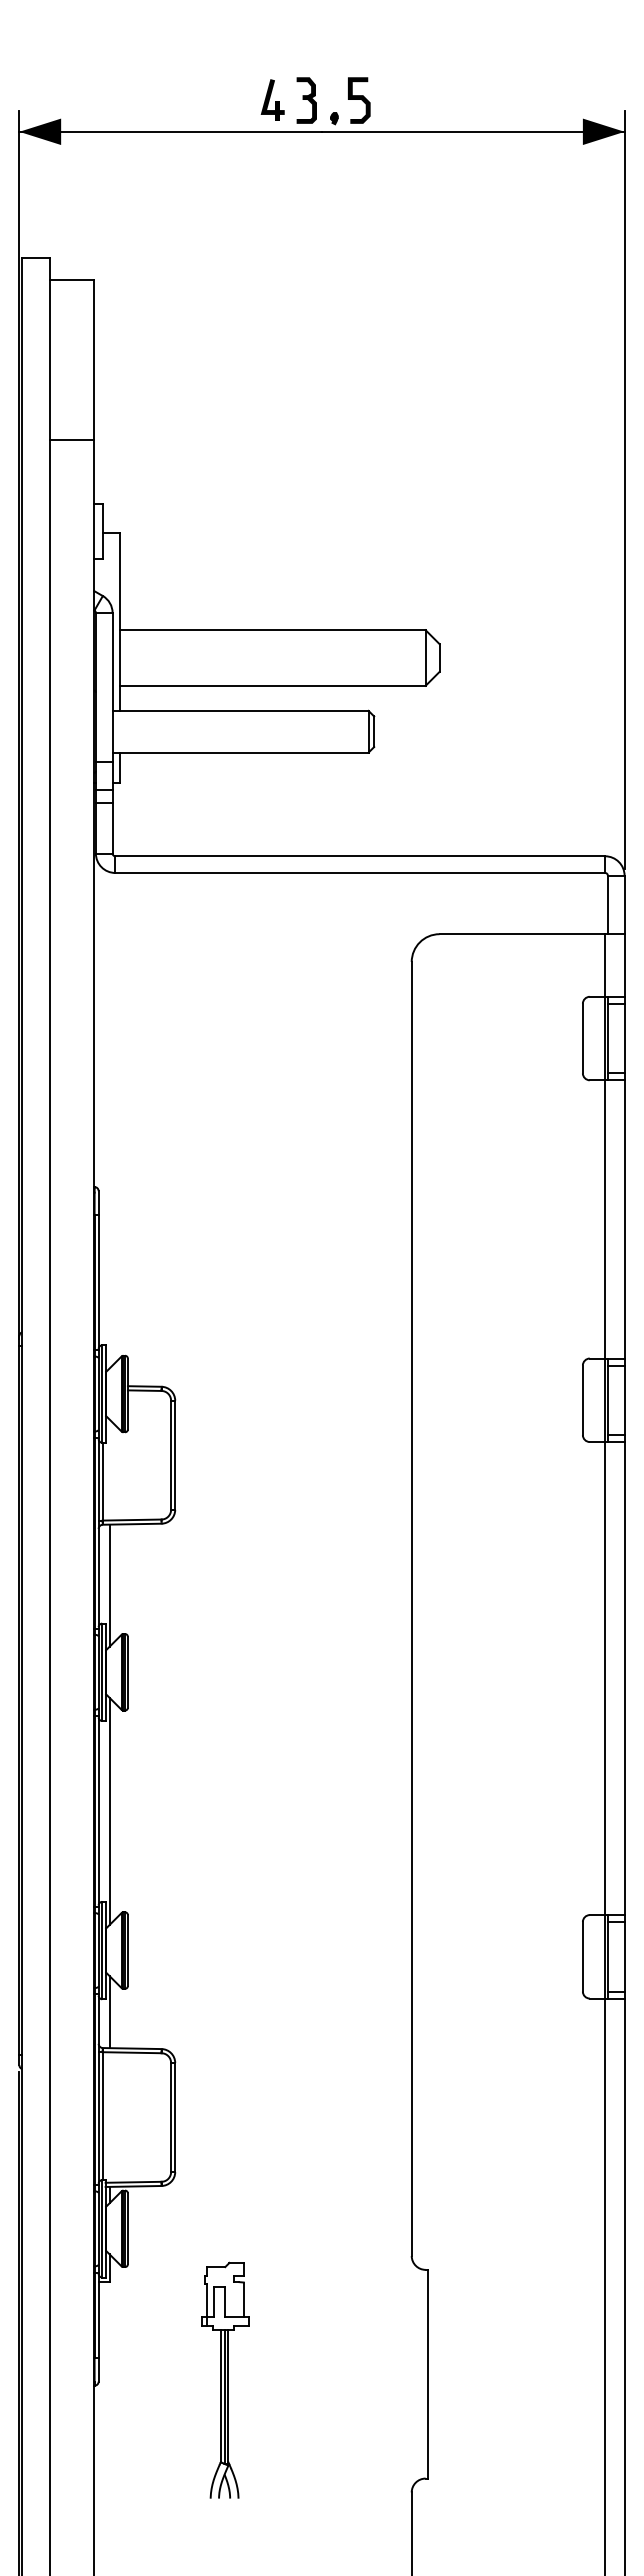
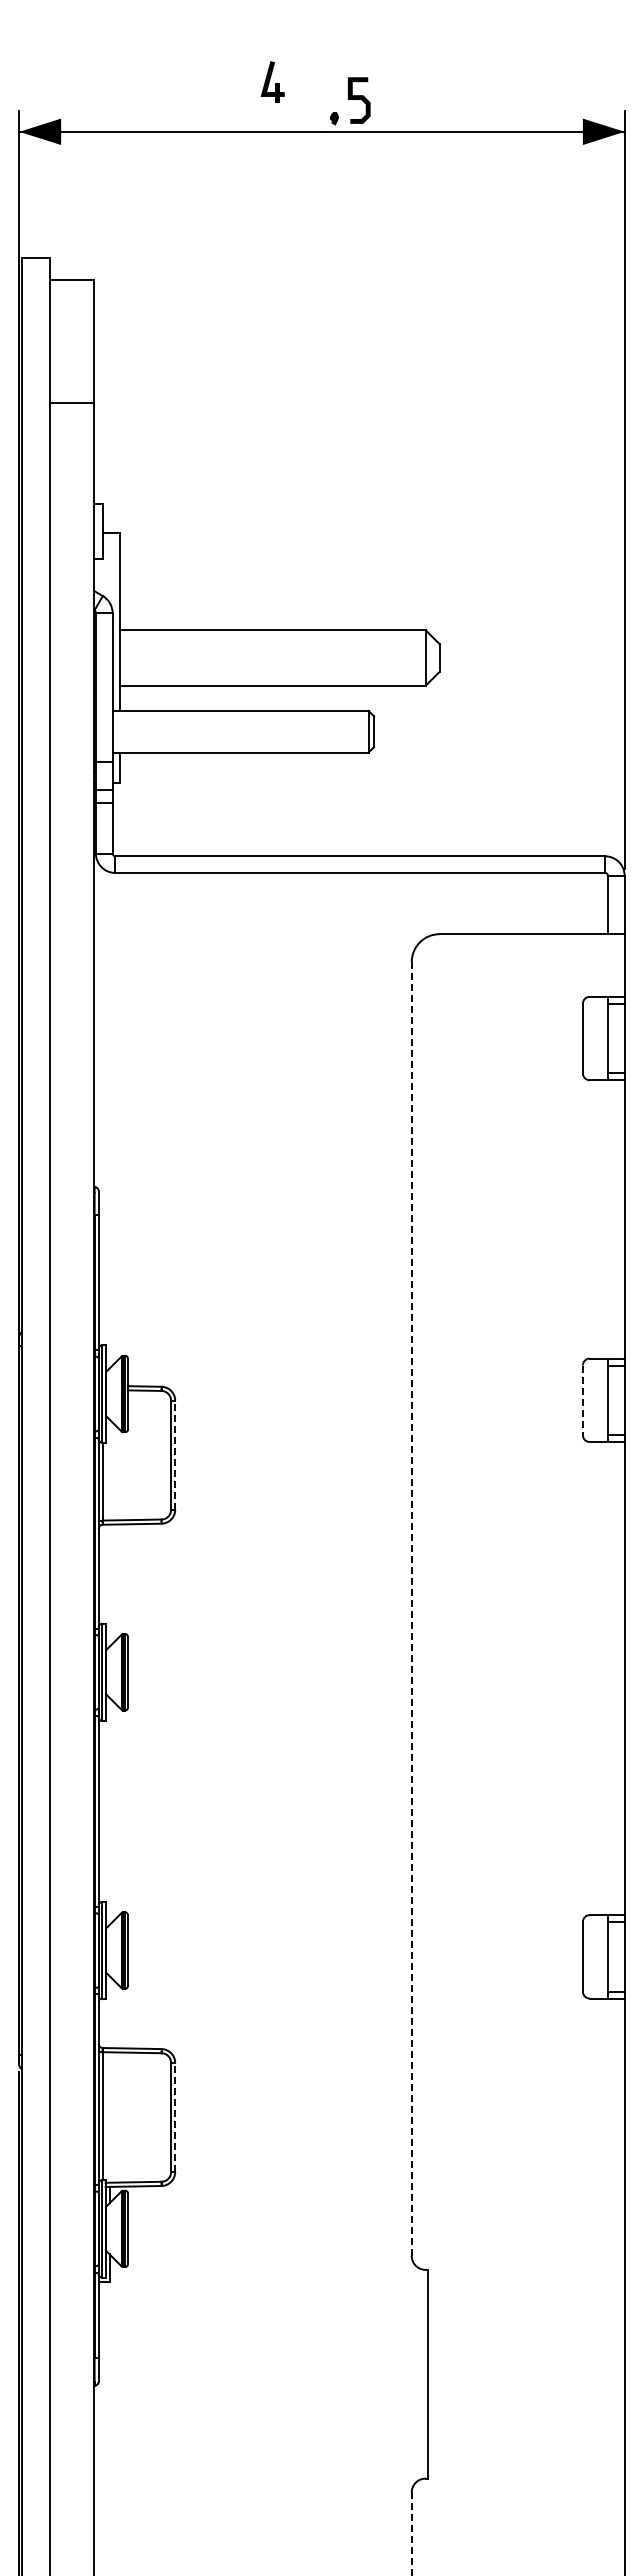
part at (272, 99) position: (272, 99) -> (272, 81)
part at (306, 100): present -> none
line at (71, 439) position: (71, 439) -> (71, 402)
line at (582, 1400): solid -> dashed
line at (175, 1455): solid -> dashed
line at (109, 1585): present -> none
line at (411, 1608): solid -> dashed
line at (605, 1753): present -> none
line at (109, 1810): present -> none
line at (109, 2012): present -> none
line at (175, 2117): solid -> dashed
part at (225, 2379): present -> none
line at (411, 2534): solid -> dashed
